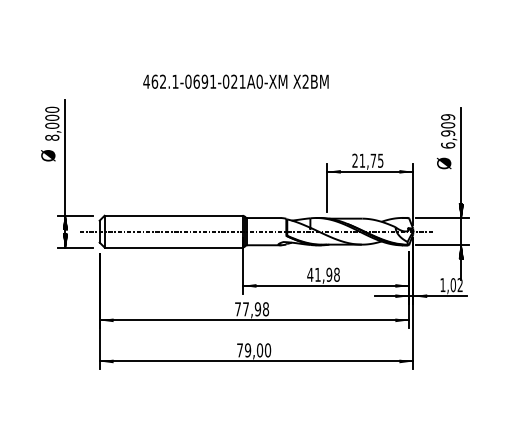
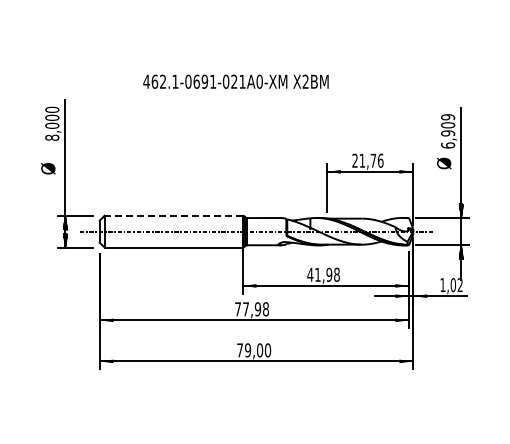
text at (48, 155) position: (48, 155) -> (48, 168)
text at (380, 160): 21,75 -> 21,76
line at (173, 215): solid -> dashed
